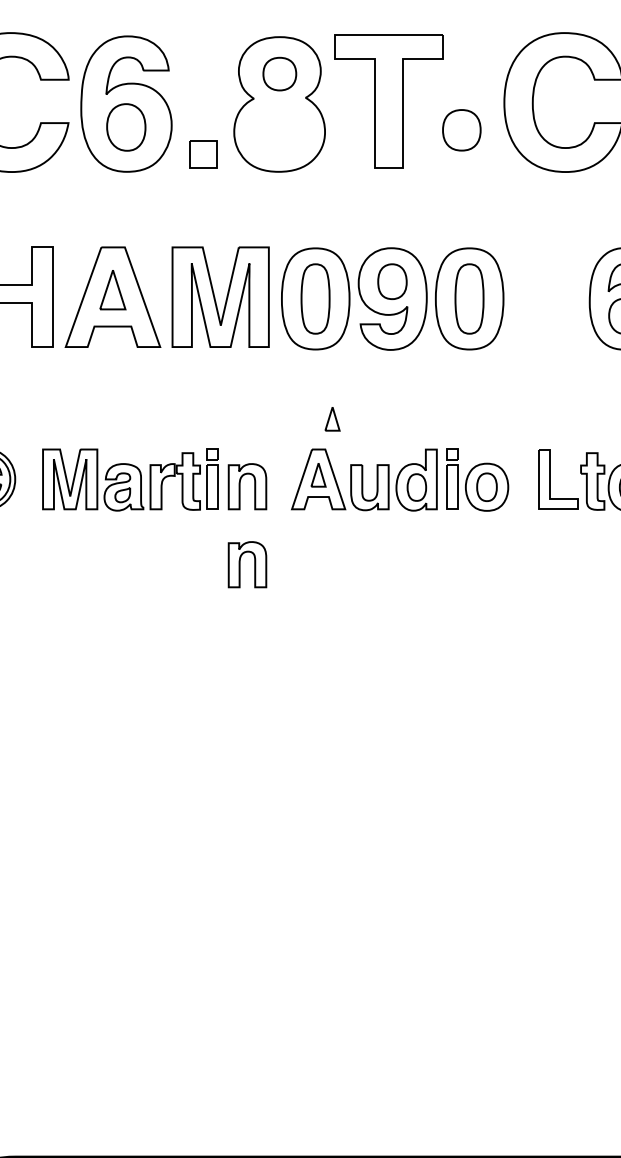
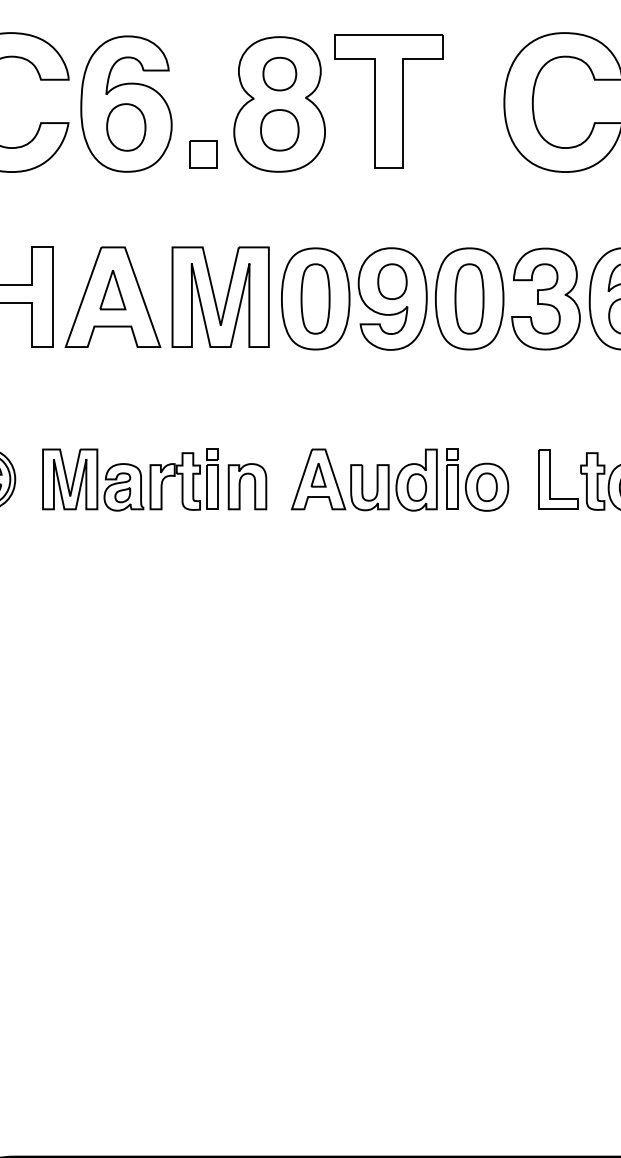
part at (461, 130) position: (461, 130) -> (279, 130)
part at (545, 298): none -> present
part at (332, 419): present -> none
part at (240, 564): present -> none
